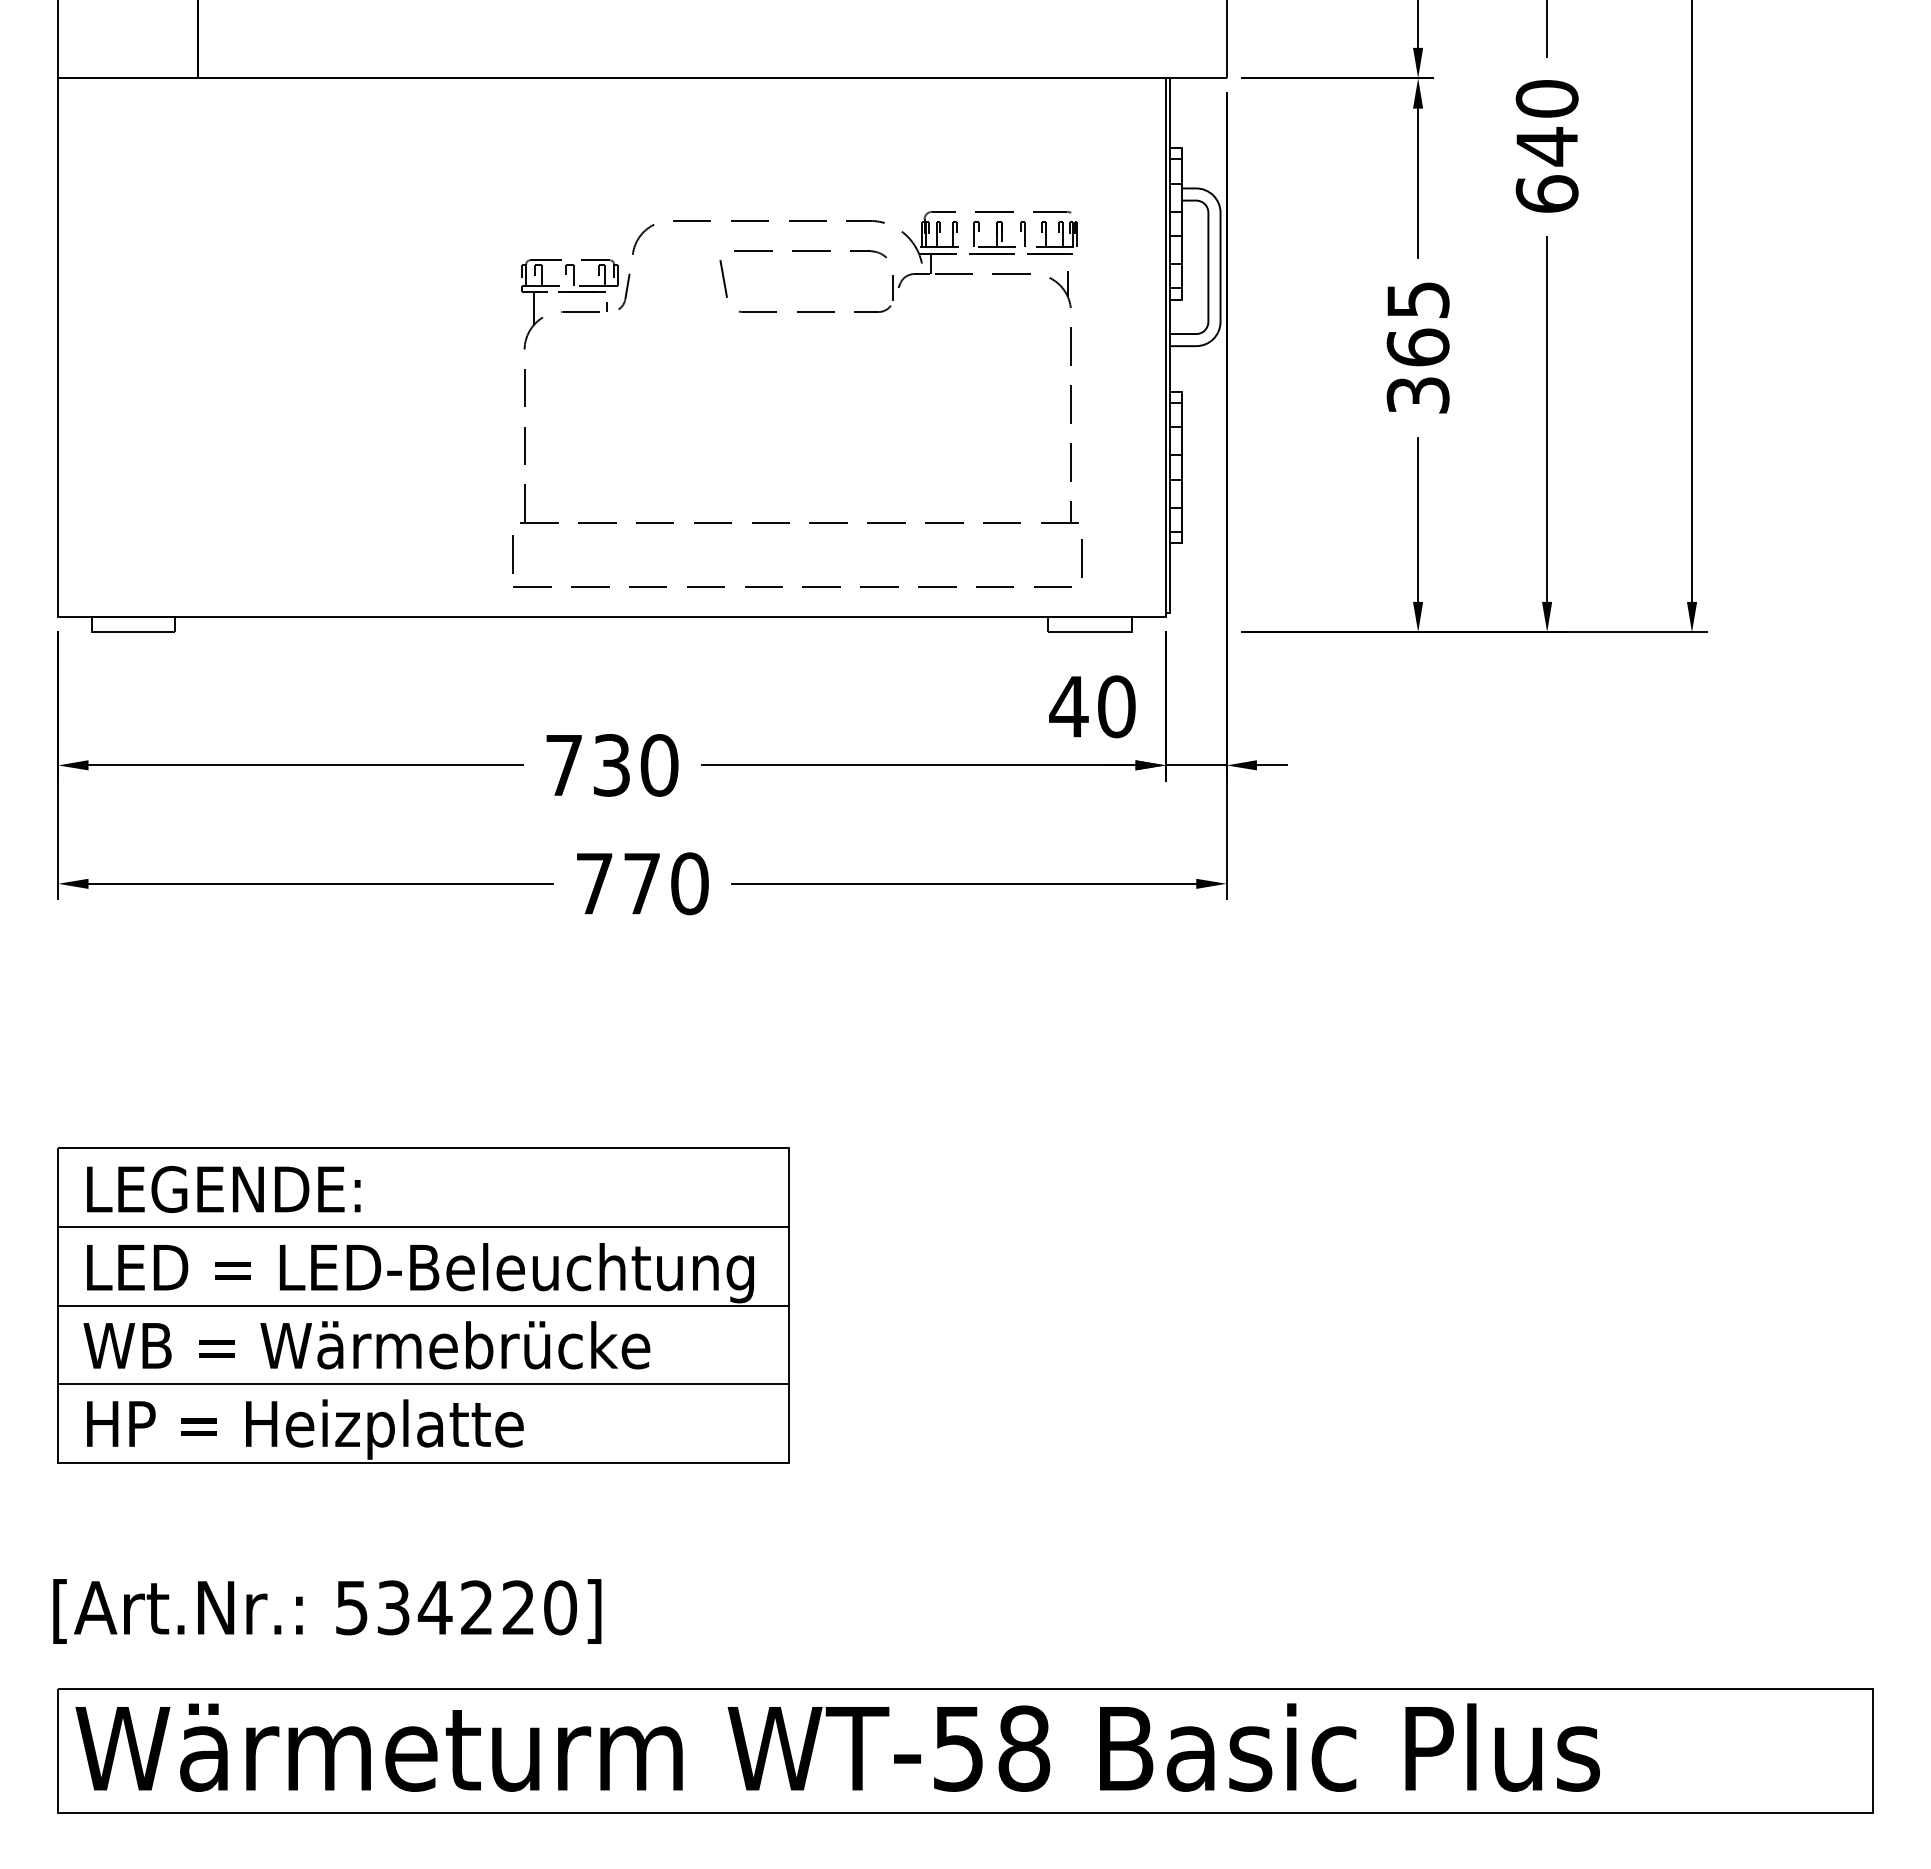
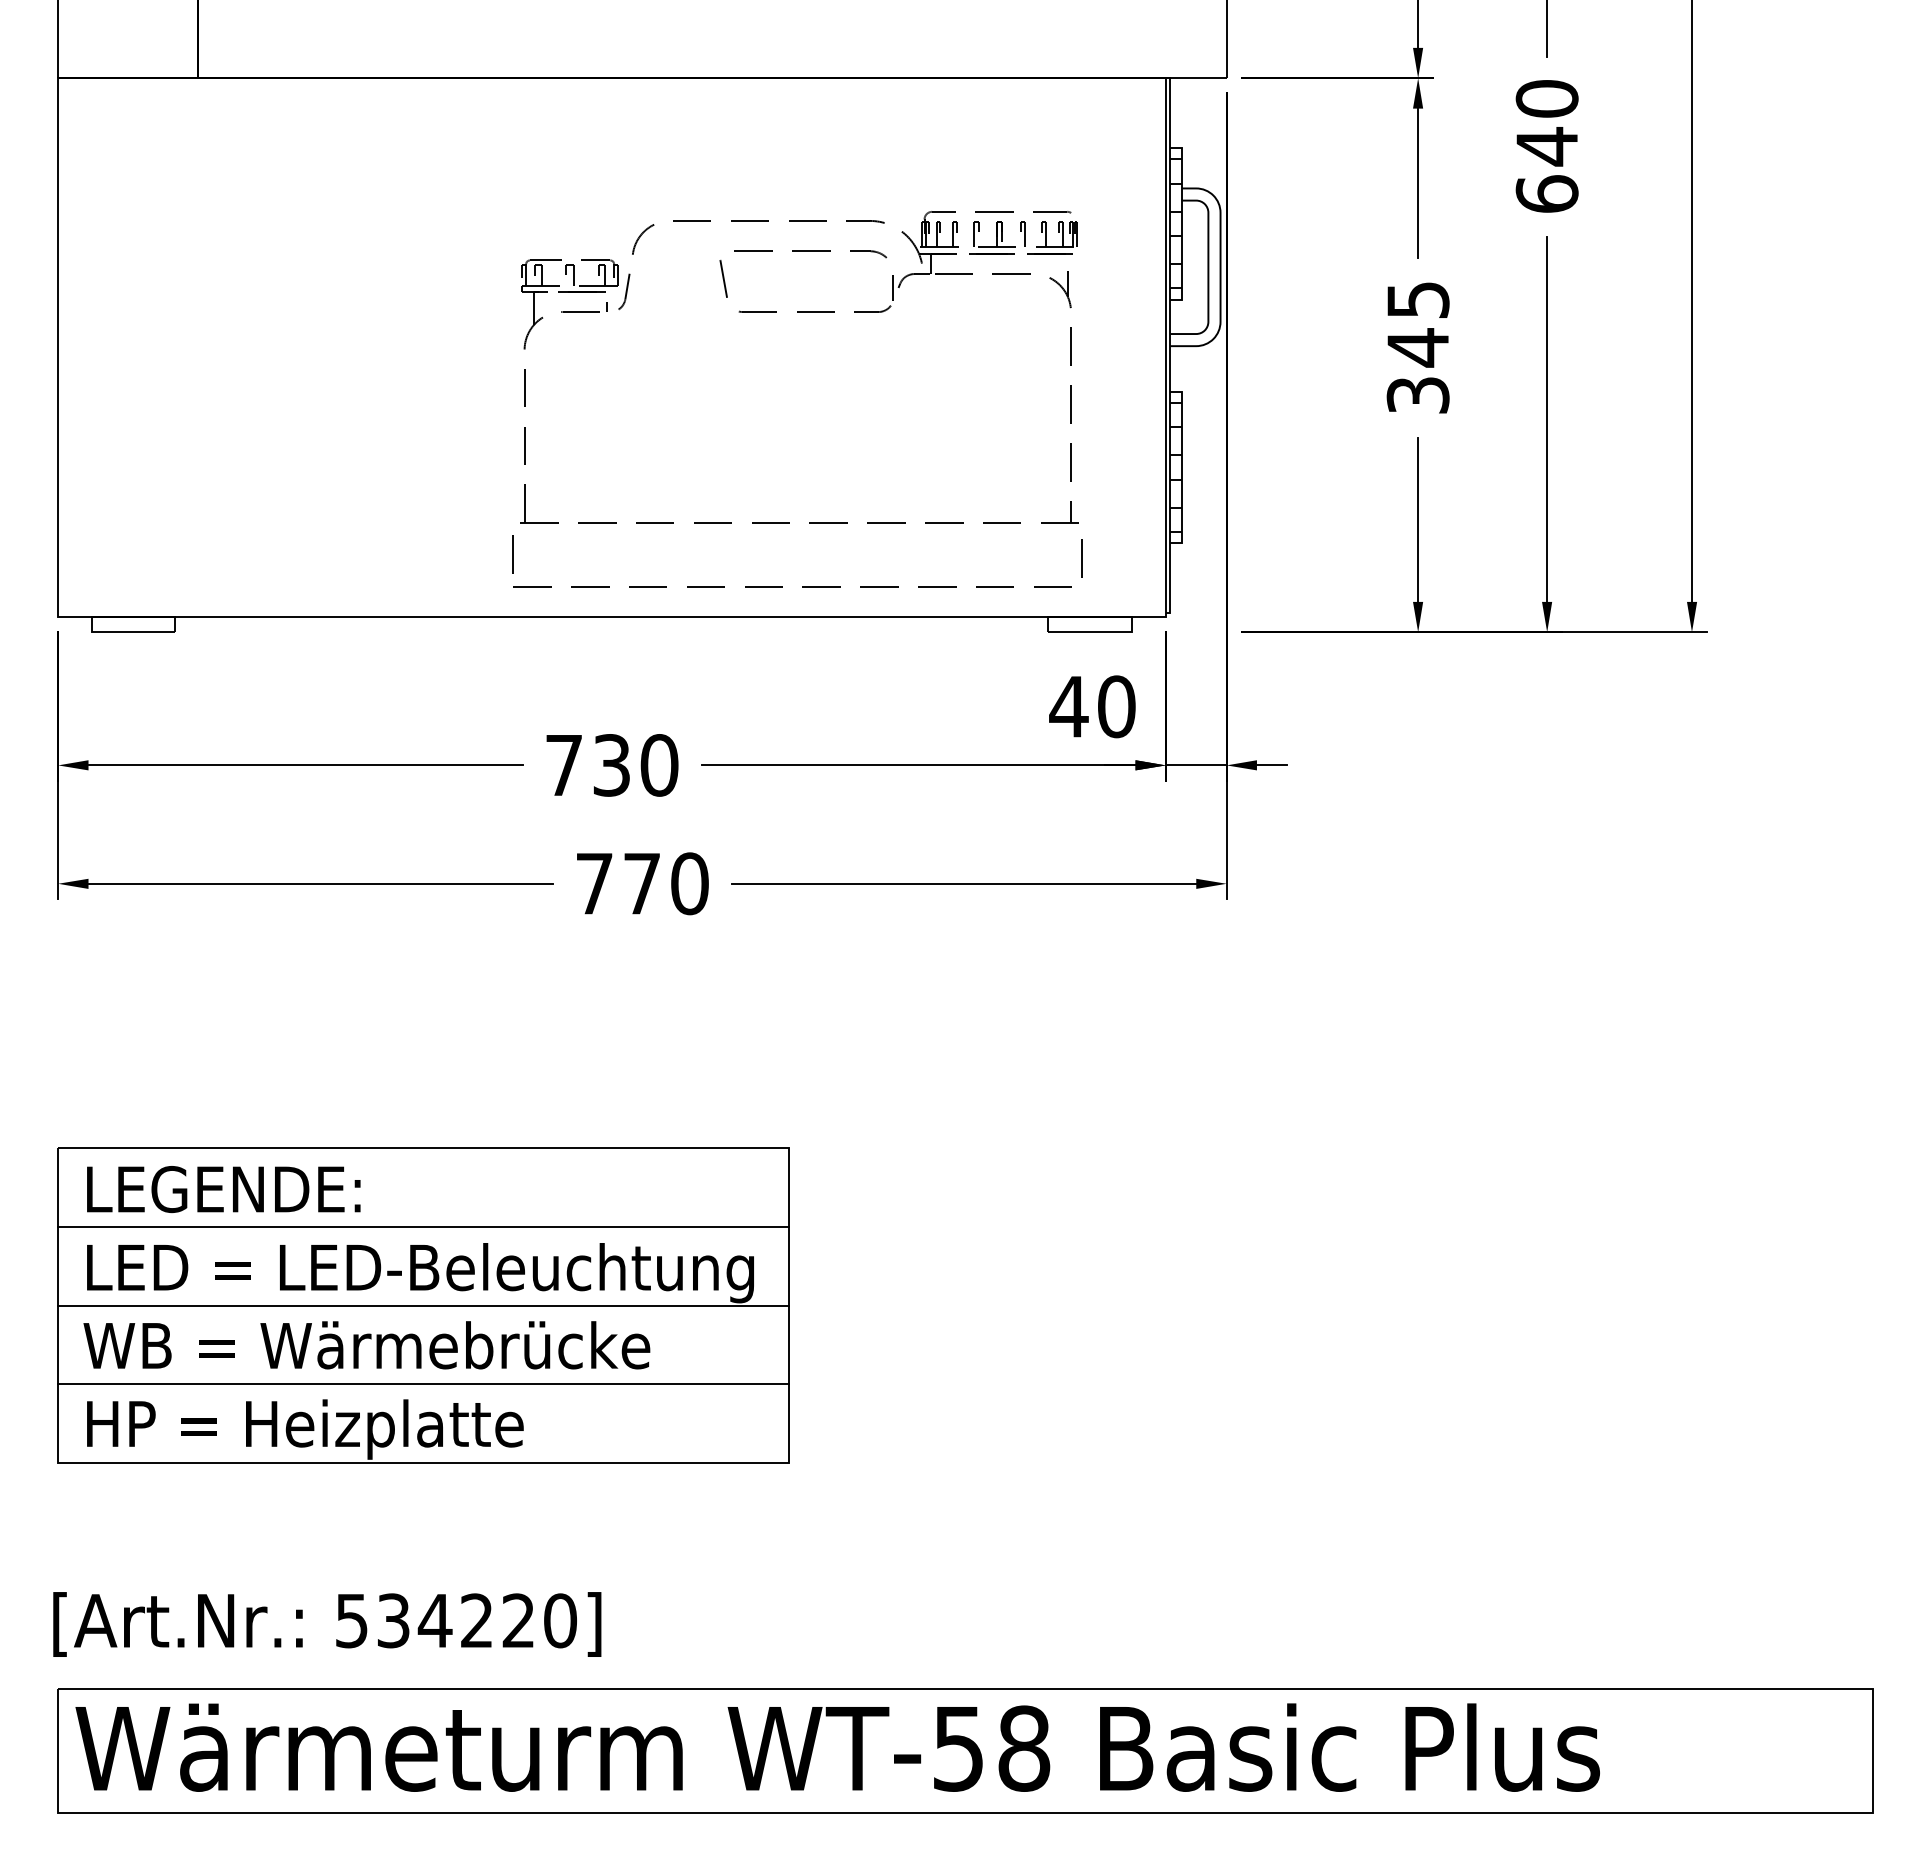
text at (1417, 347): 365 -> 345
text at (327, 1611) position: (327, 1611) -> (327, 1624)
